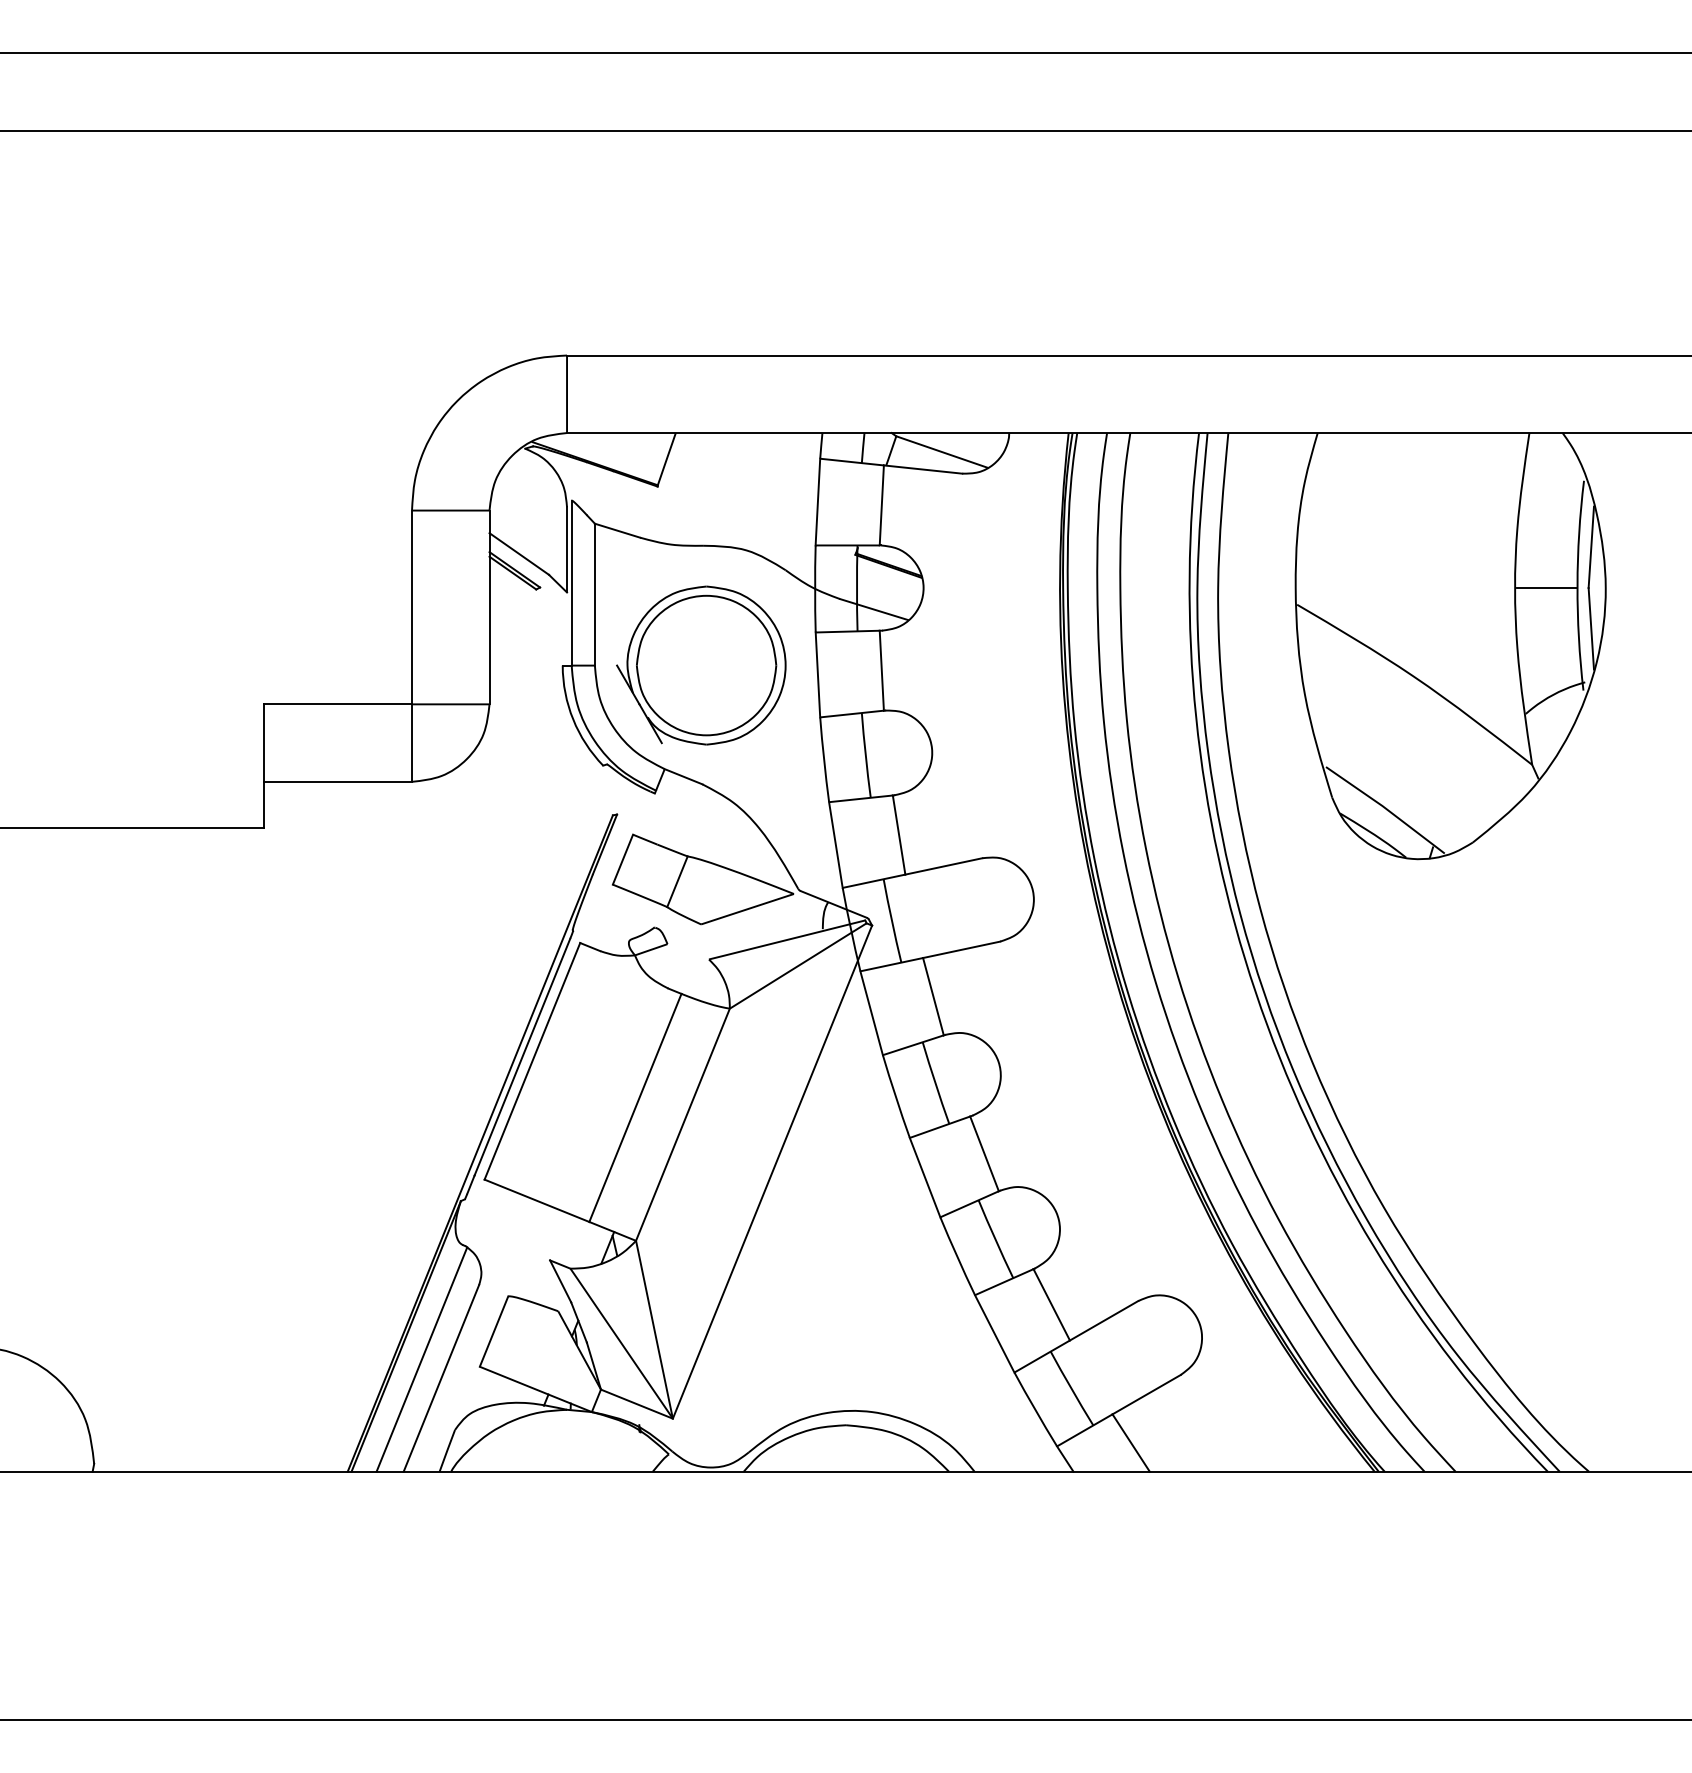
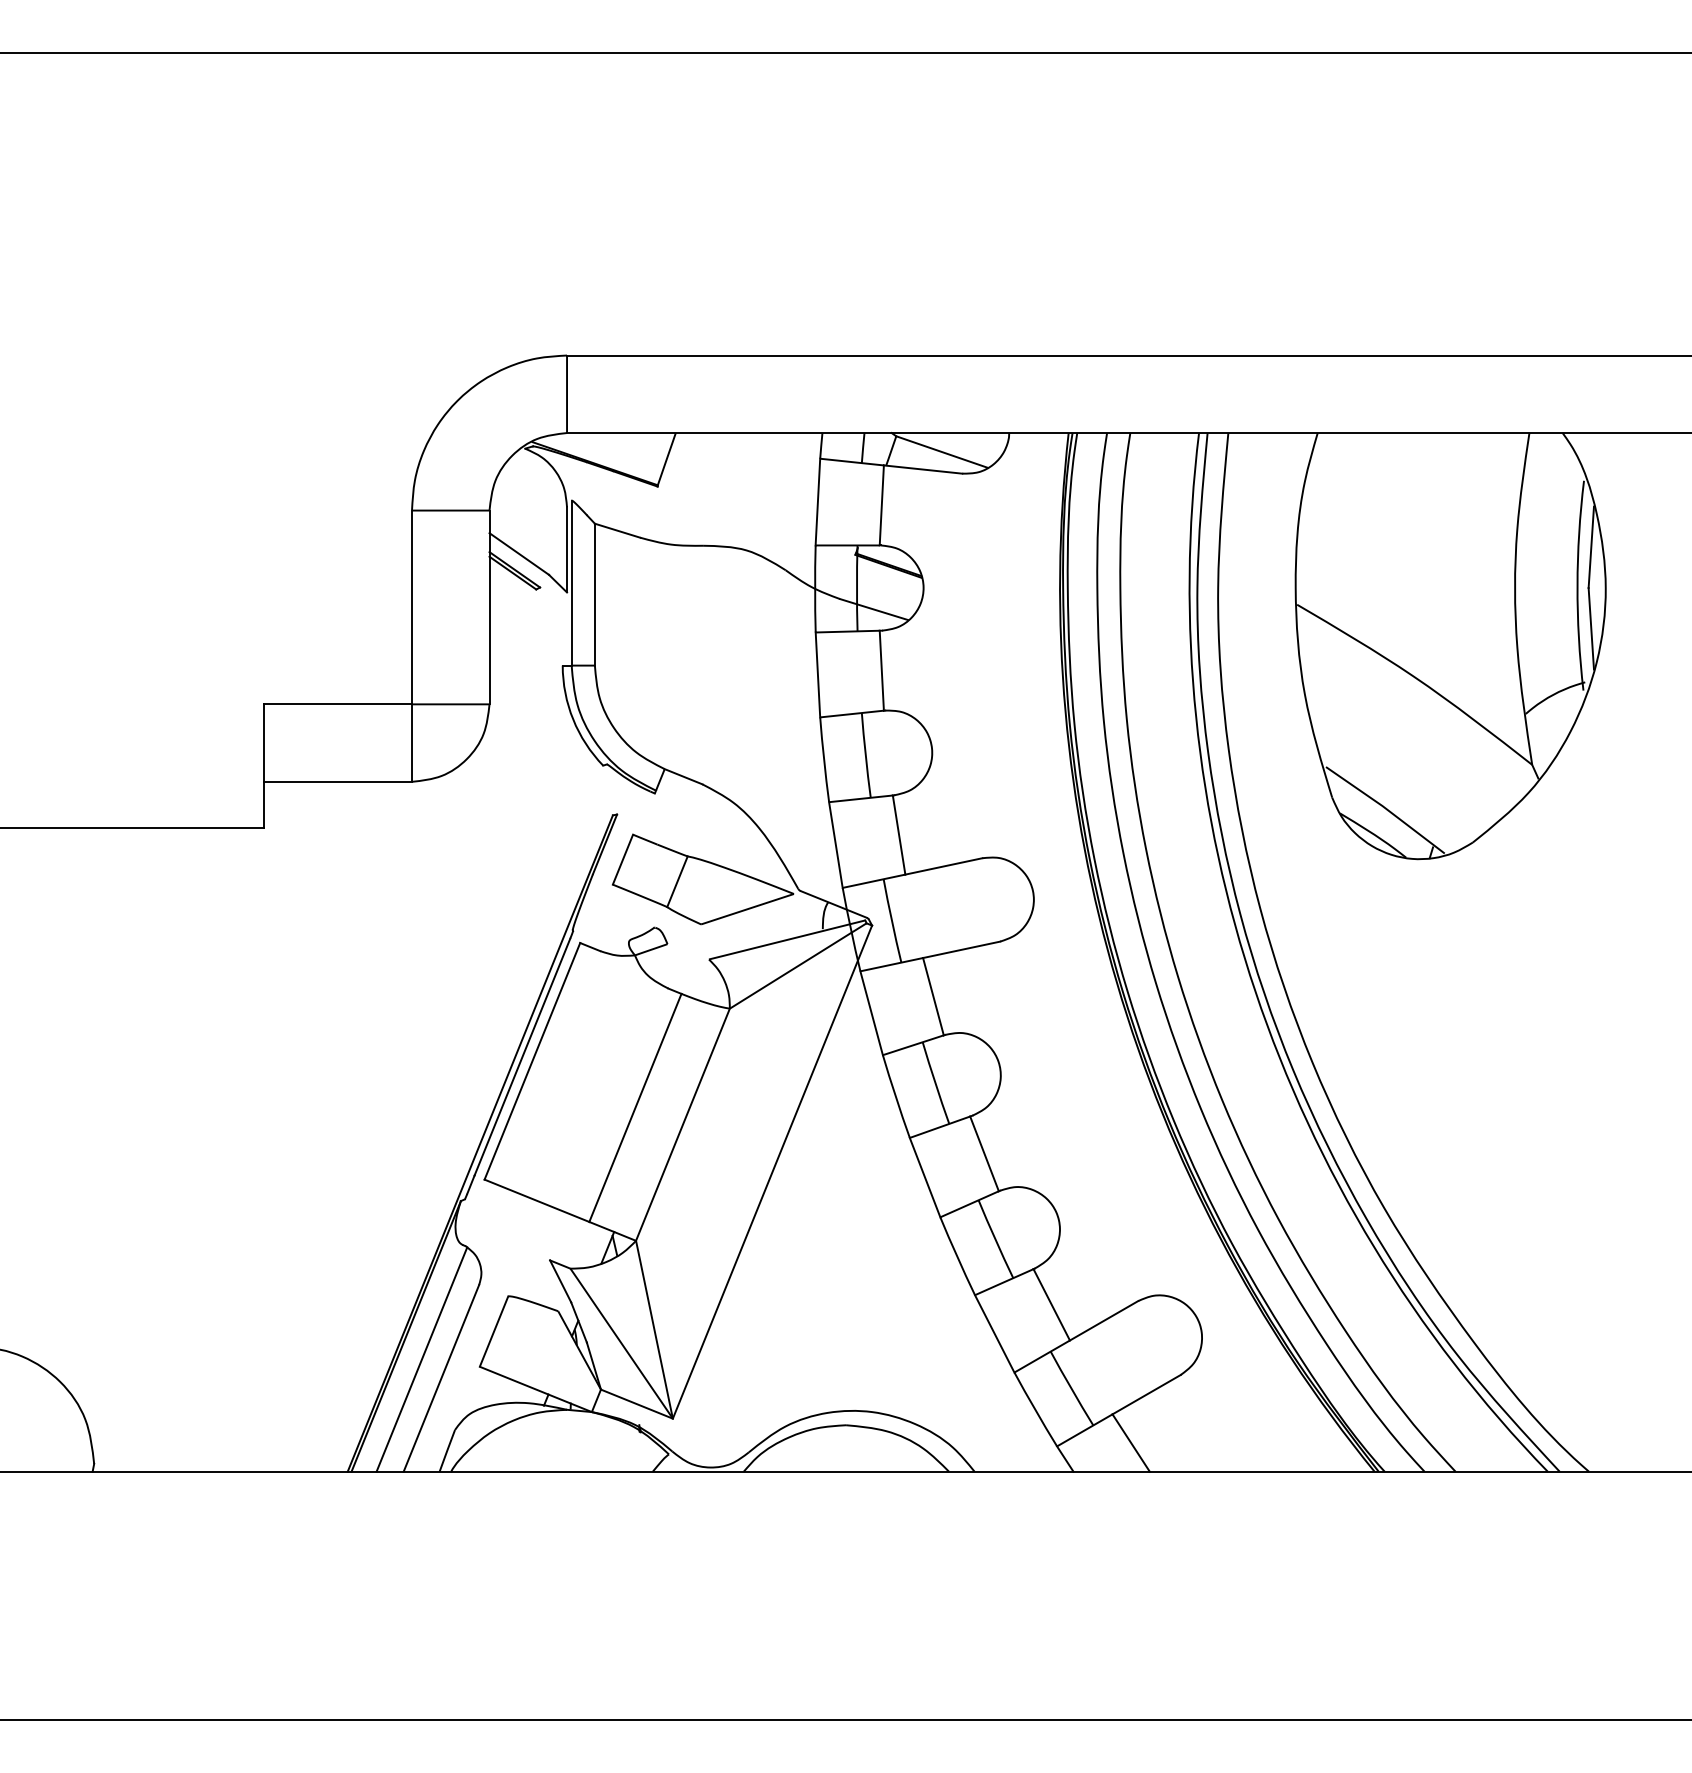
line at (845, 130): present -> none
line at (1547, 588): present -> none
part at (701, 665): present -> none
